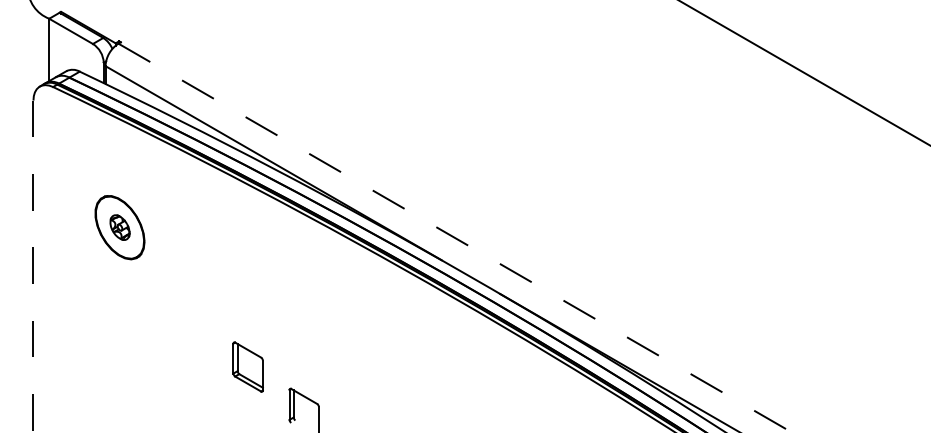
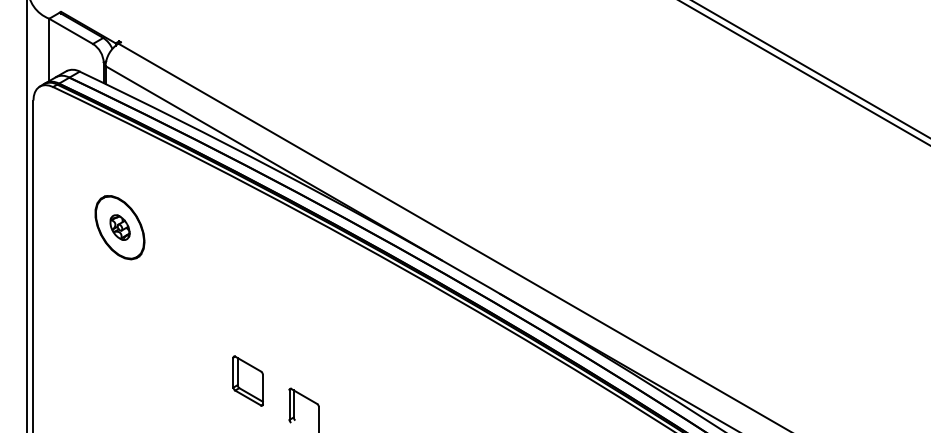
line at (810, 69): none -> present
line at (27, 215): none -> present
line at (455, 238): dashed -> solid
line at (33, 266): dashed -> solid
part at (247, 366) position: (247, 366) -> (247, 380)
